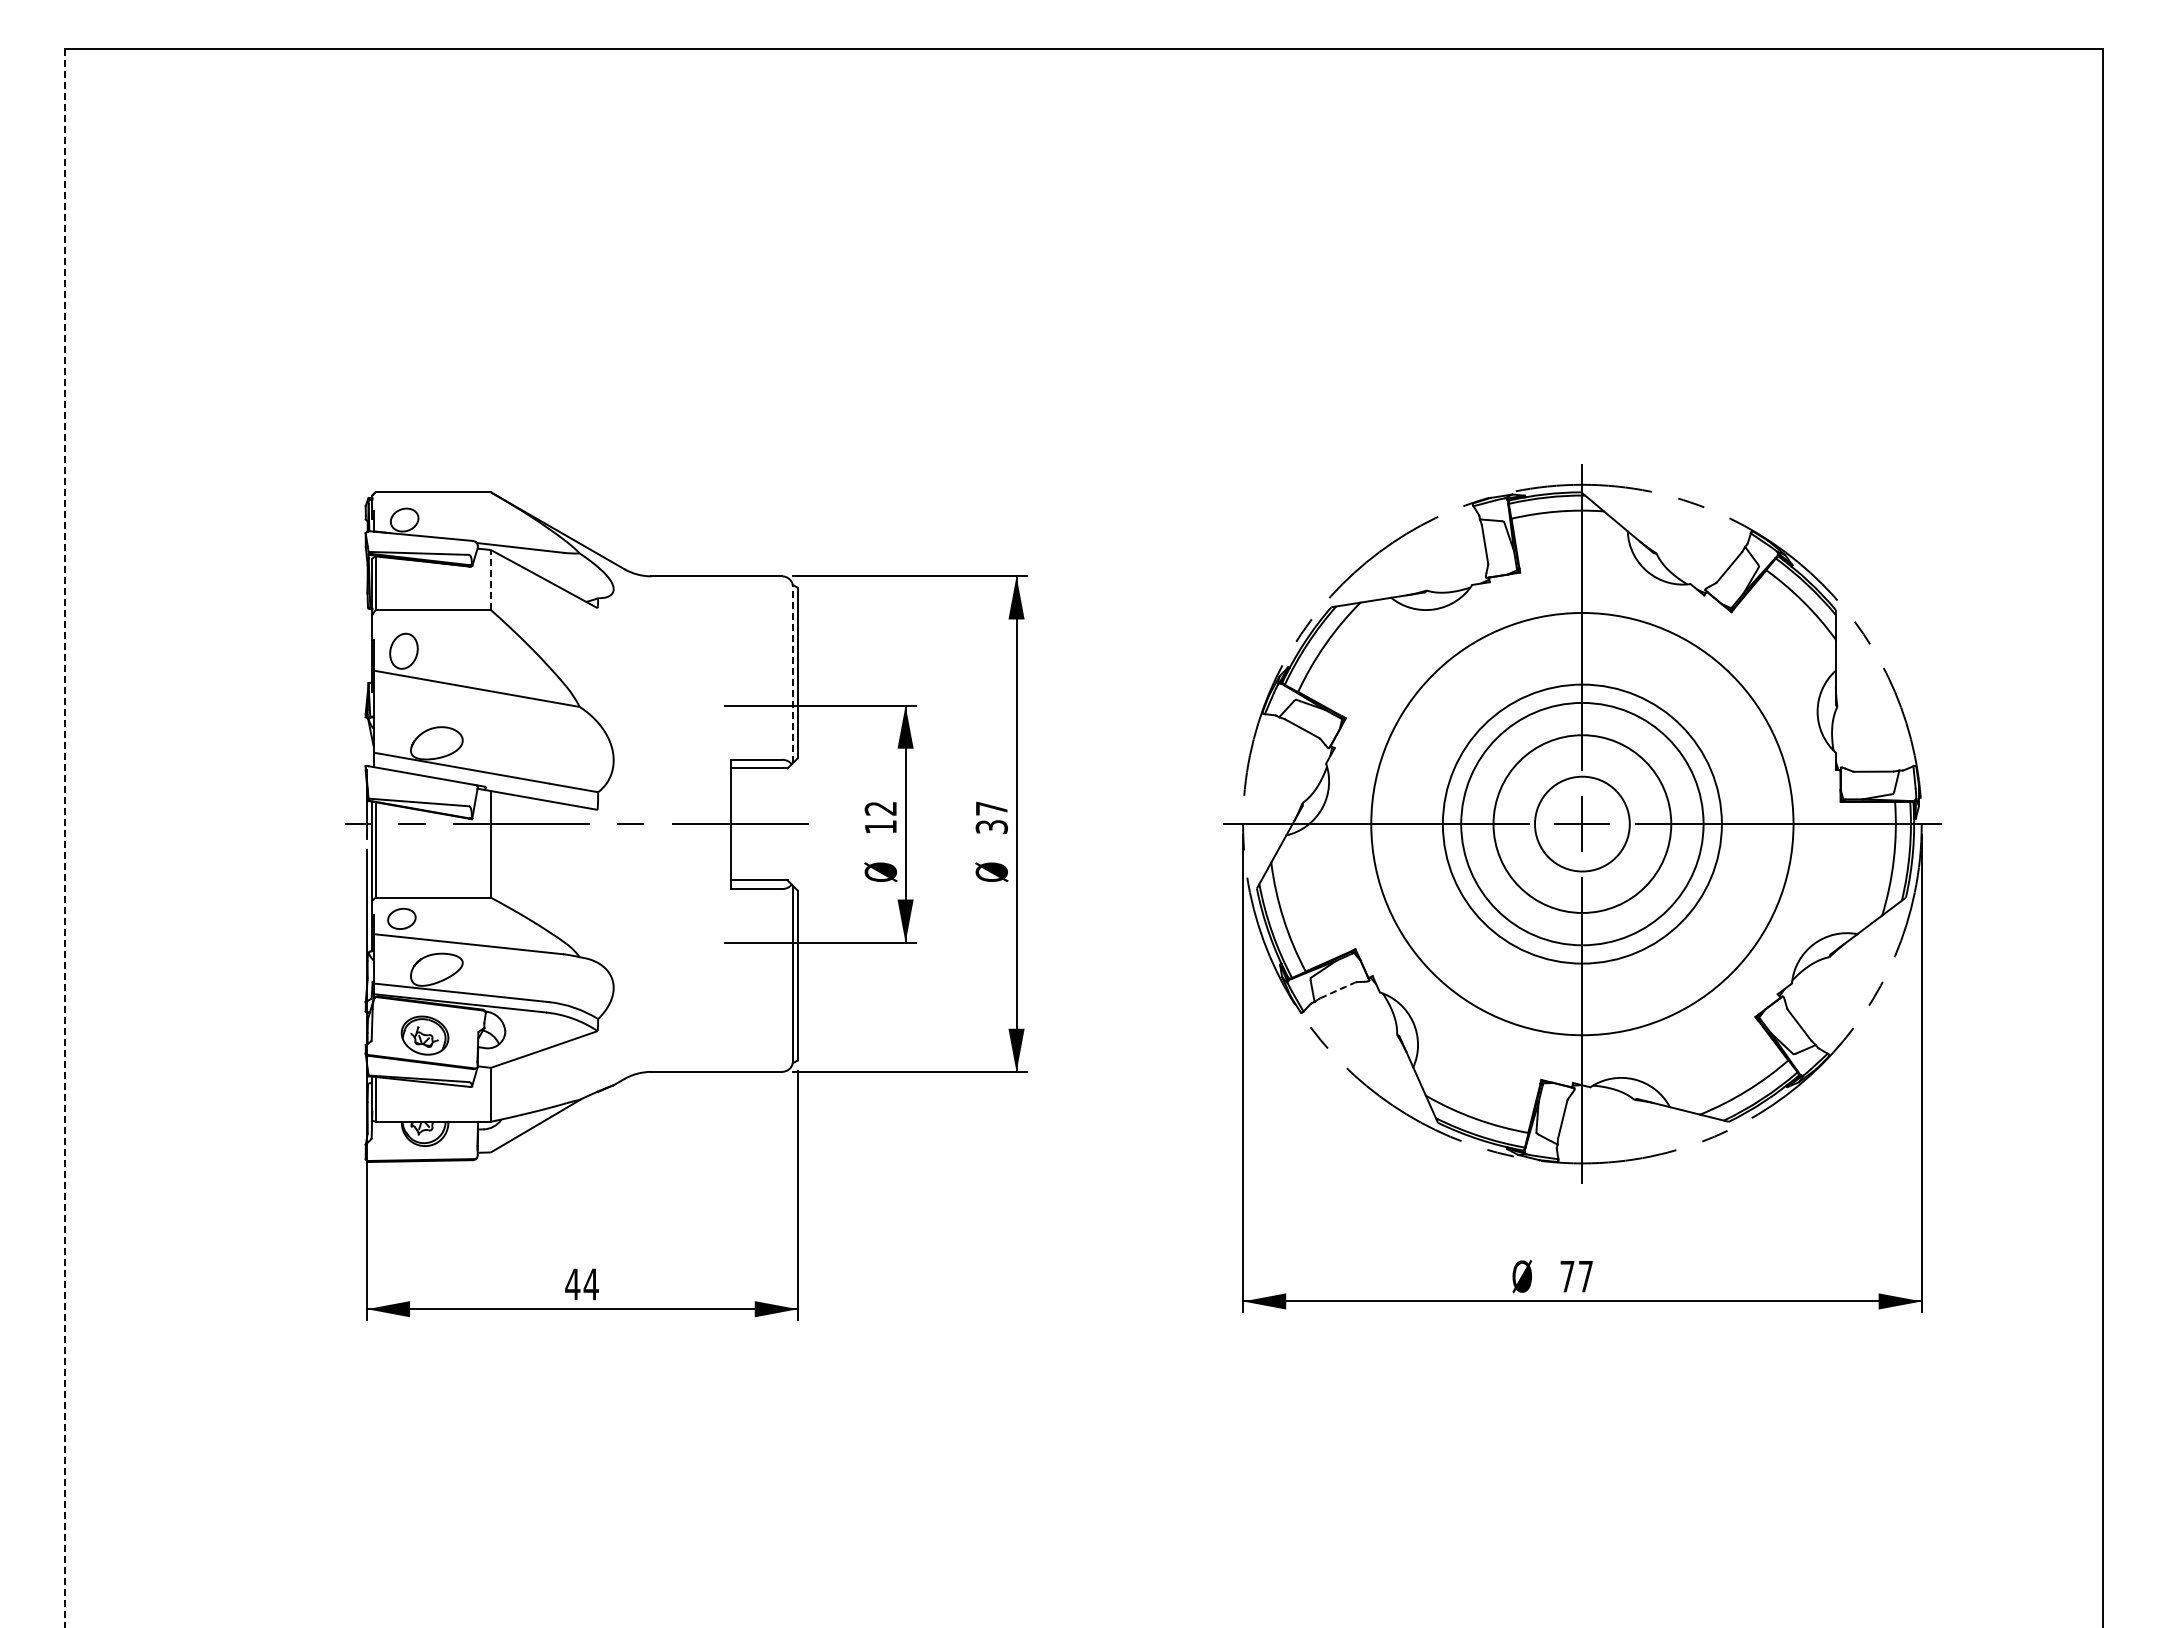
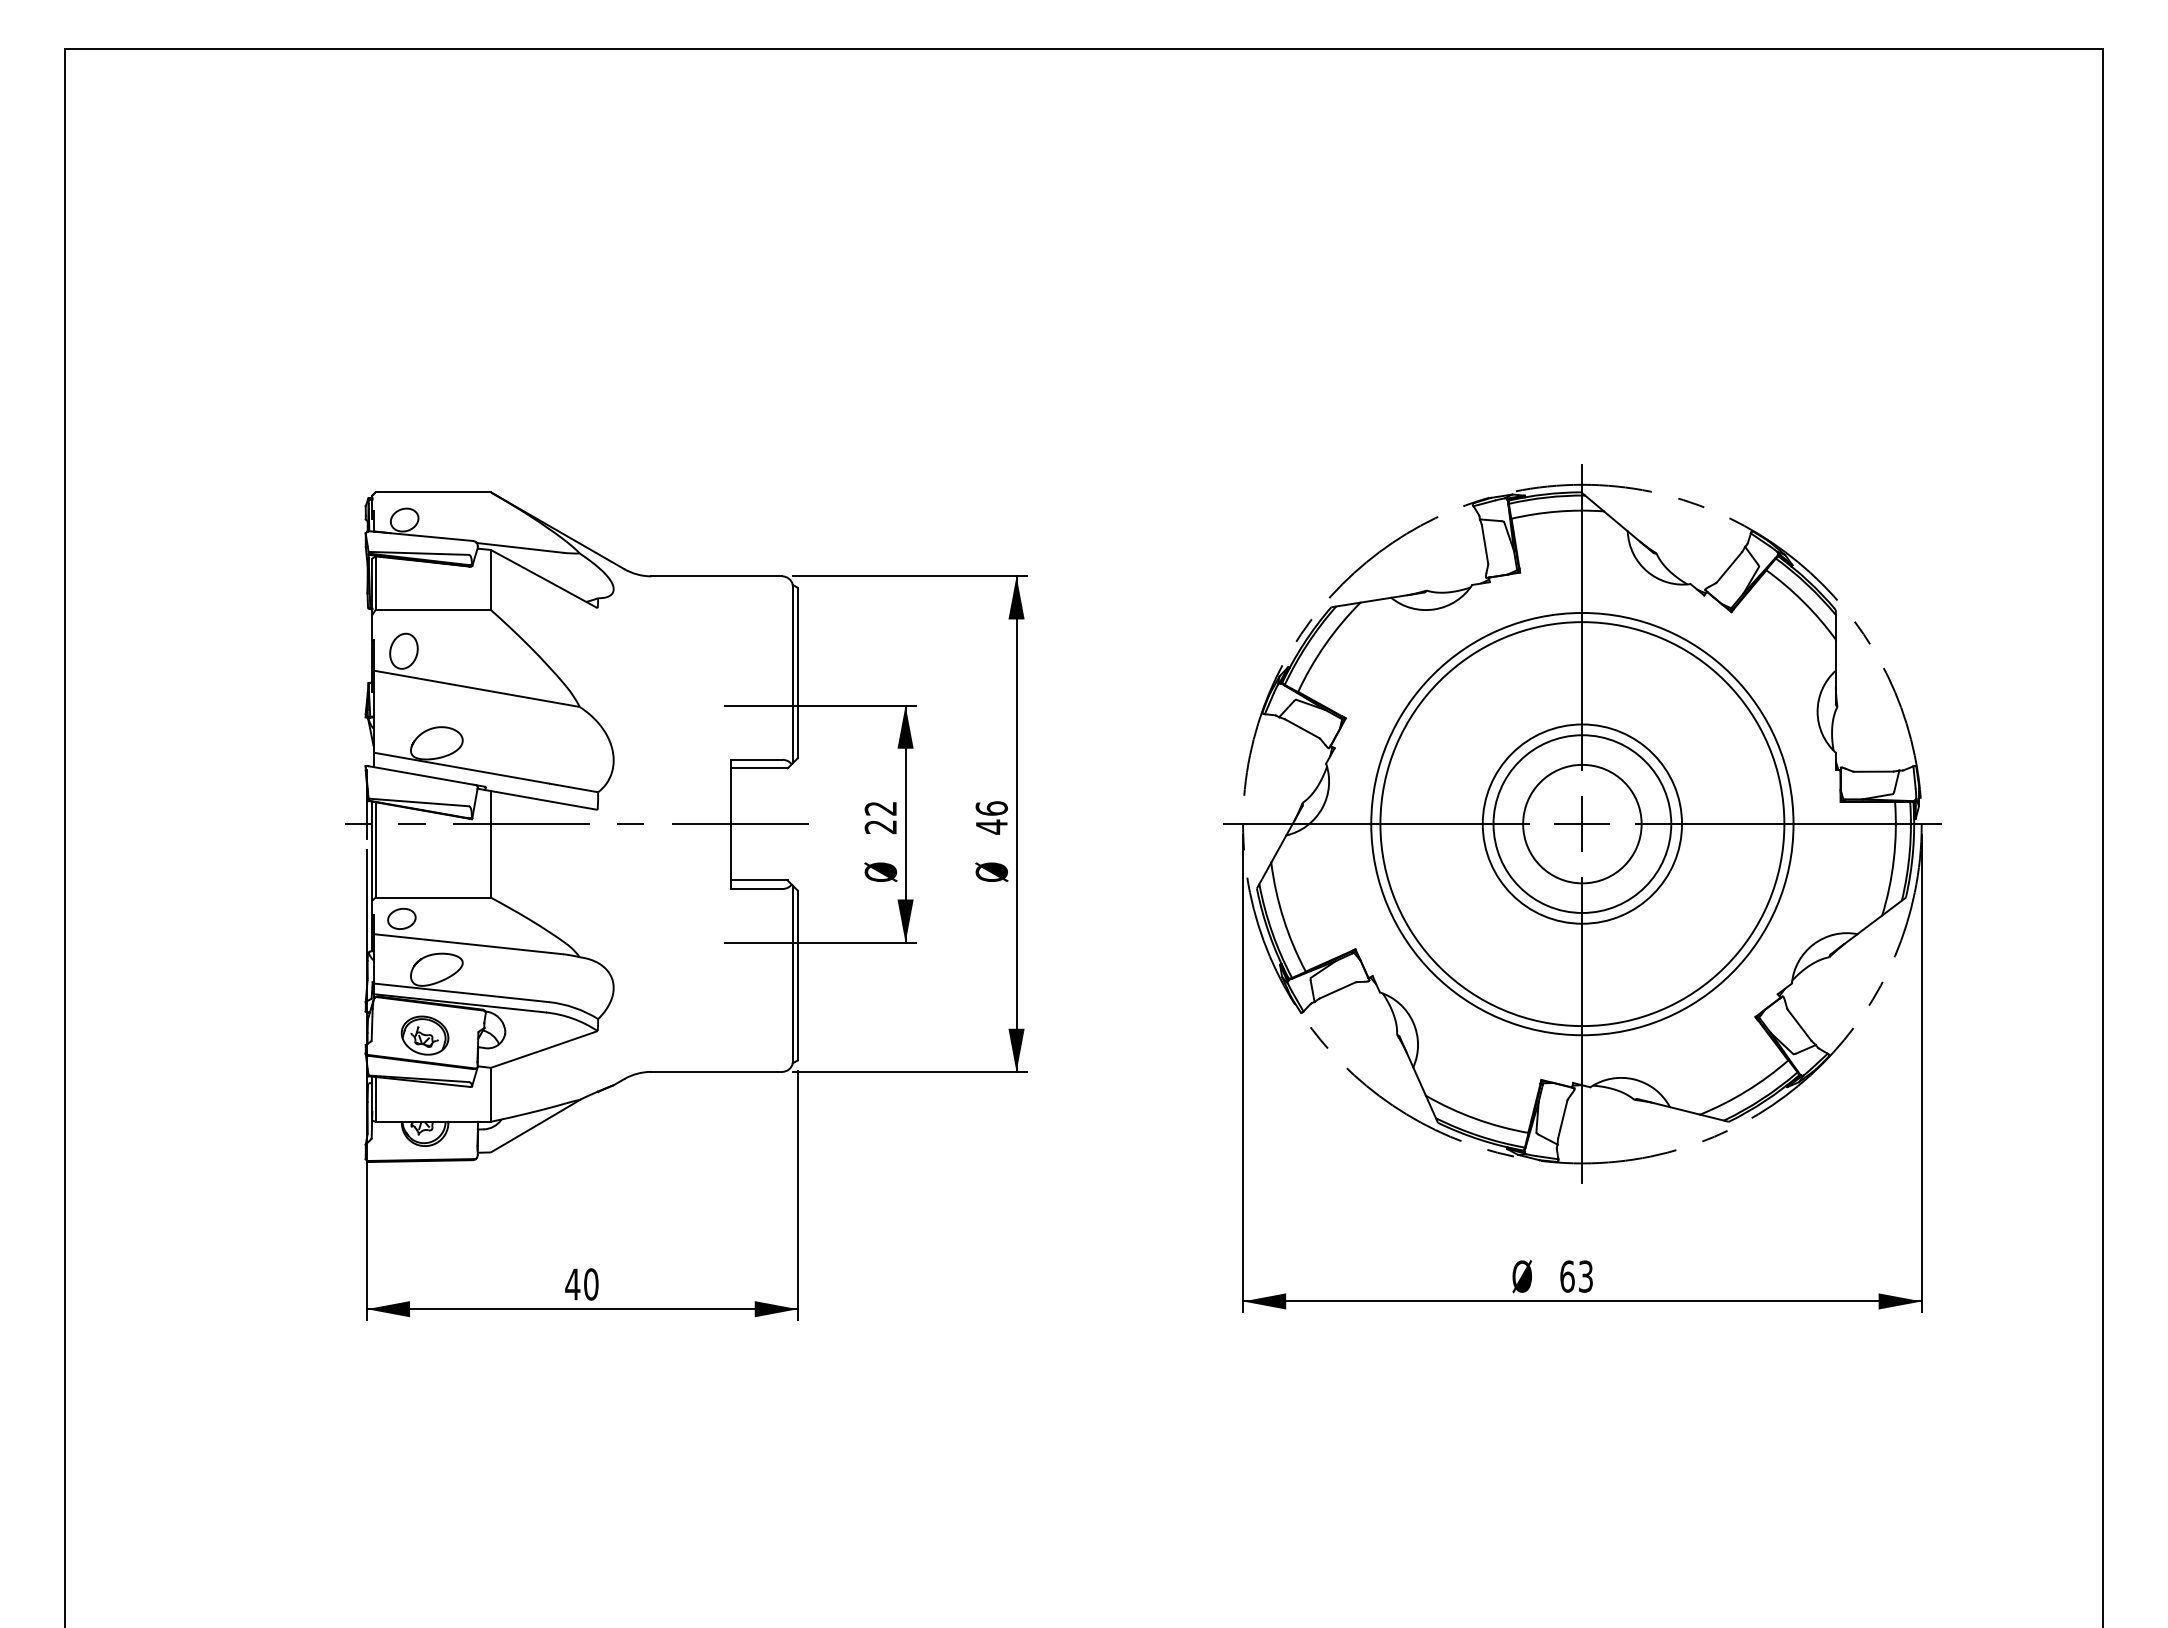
line at (490, 579): dashed -> solid
line at (792, 673): dashed -> solid
text at (991, 817): 37 -> 46
circle at (1581, 823) diameter: 279 px -> 199 px
circle at (1582, 823) diameter: 242 px -> 404 px
circle at (1582, 823) diameter: 95 px -> 118 px
text at (880, 827): 12 -> 22
line at (65, 838): dashed -> solid
line at (1338, 990): dashed -> solid
text at (1576, 1276): 77 -> 63
text at (590, 1284): 44 -> 40
